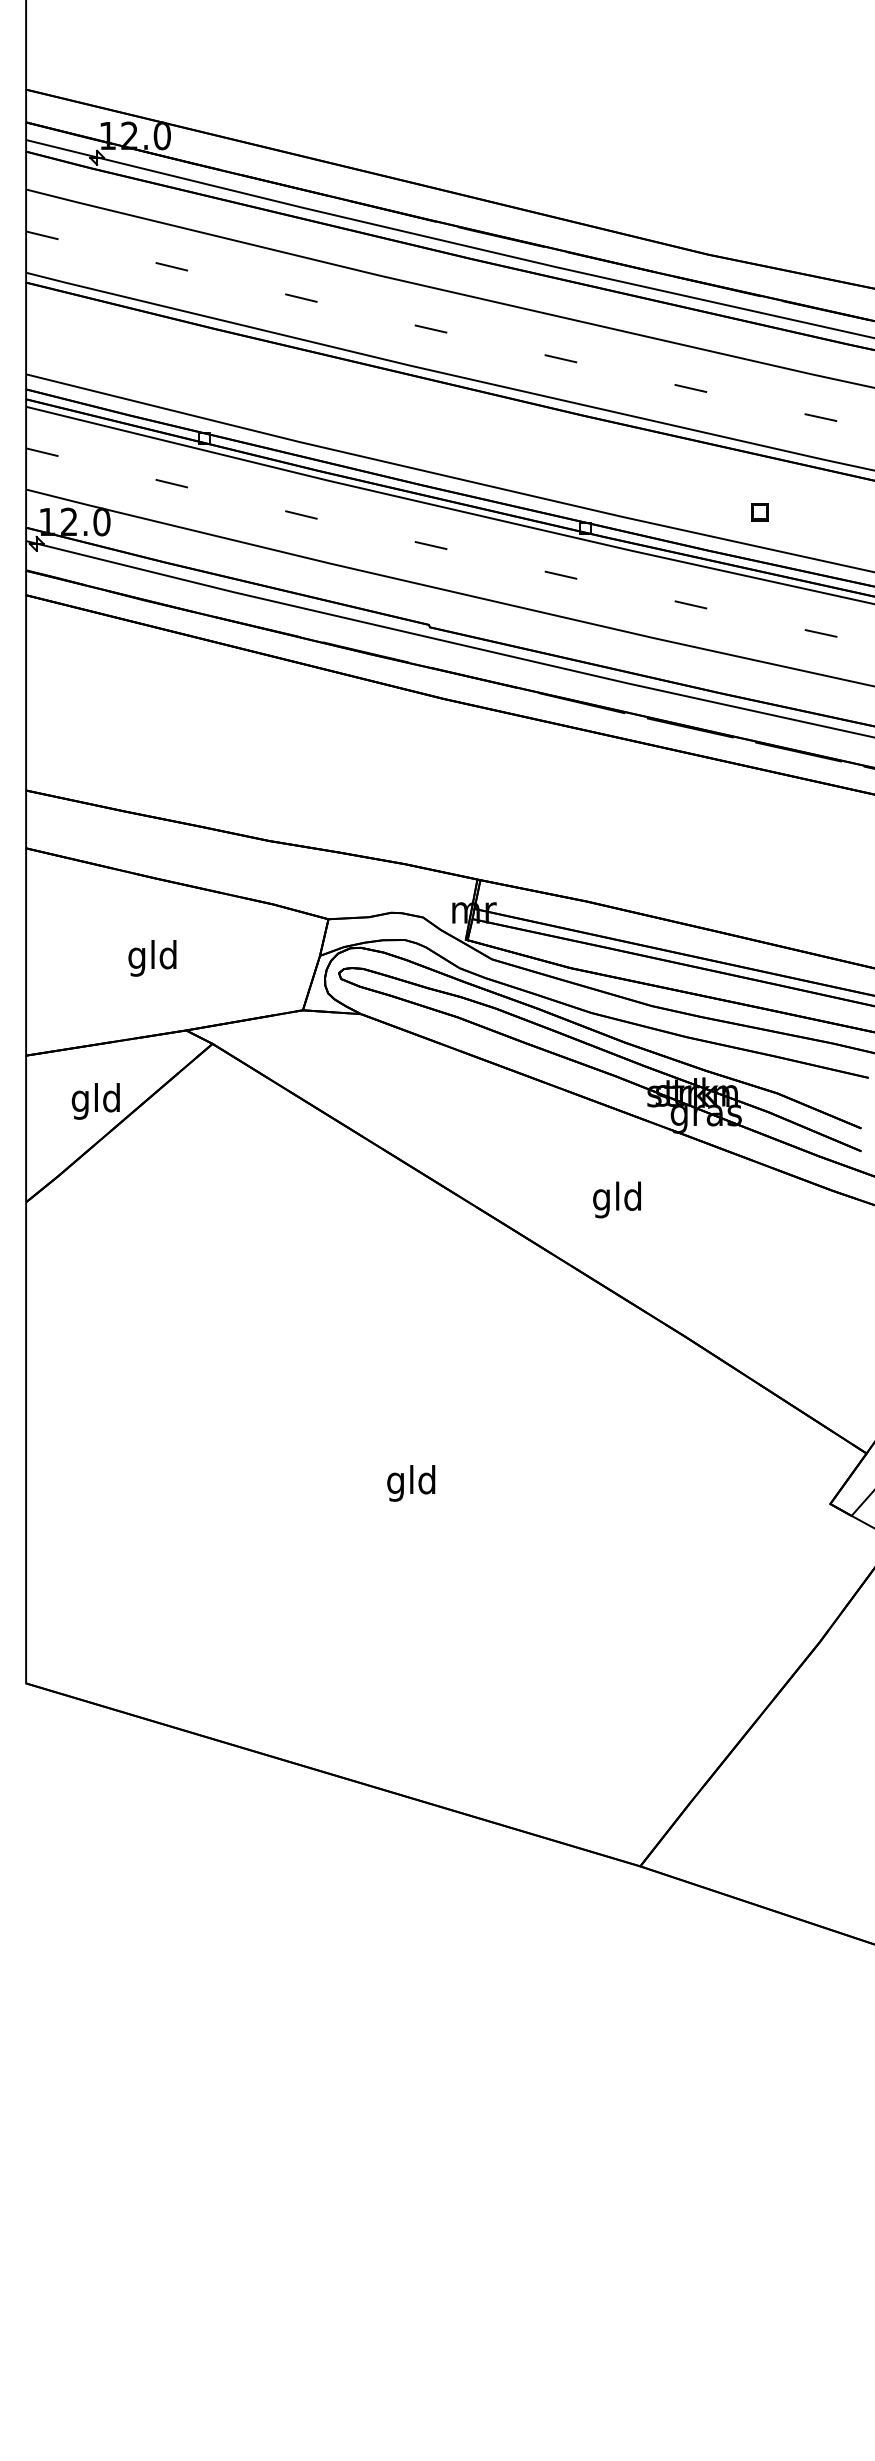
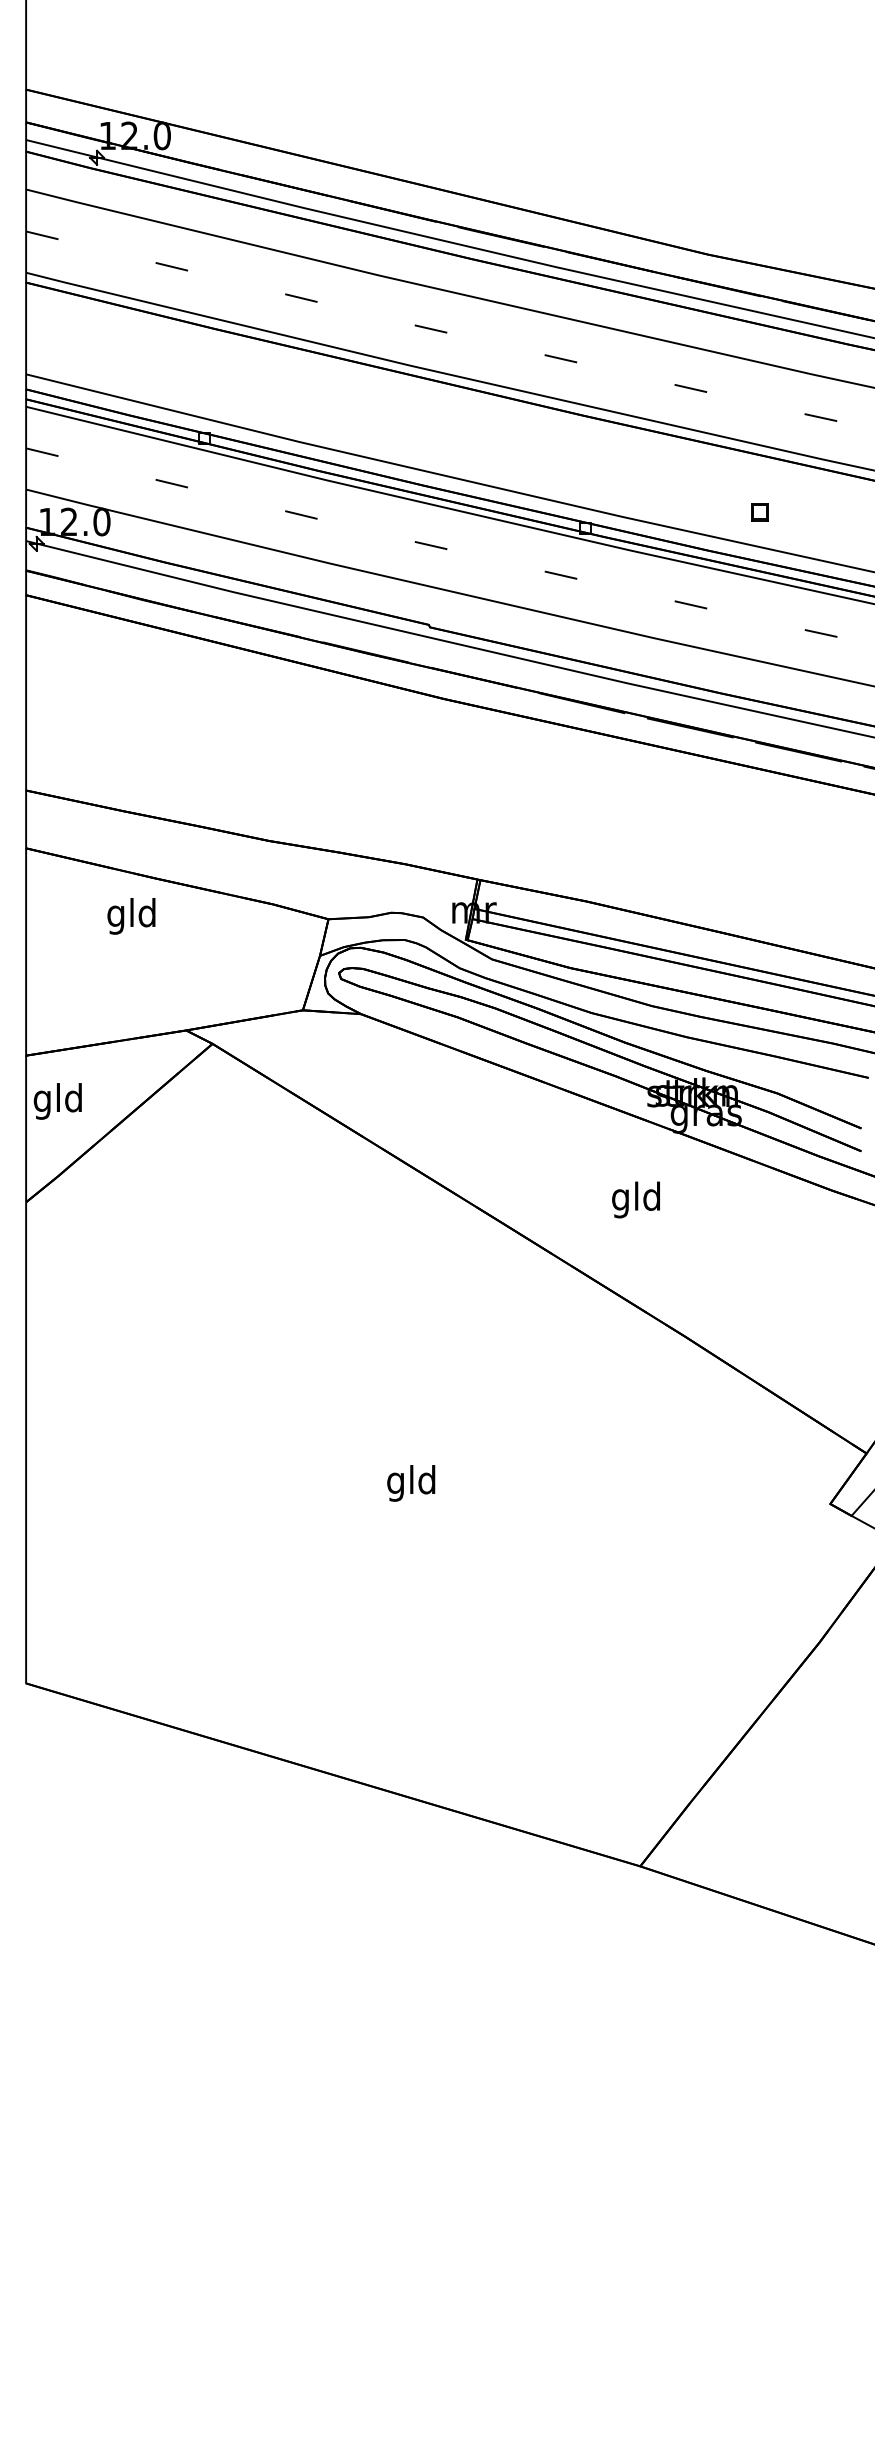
text at (152, 958) position: (152, 958) -> (131, 916)
text at (95, 1101) position: (95, 1101) -> (57, 1101)
text at (616, 1199) position: (616, 1199) -> (635, 1199)
